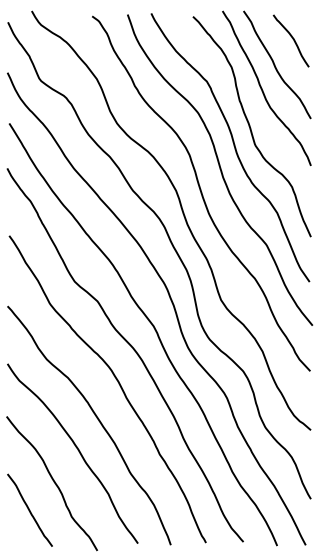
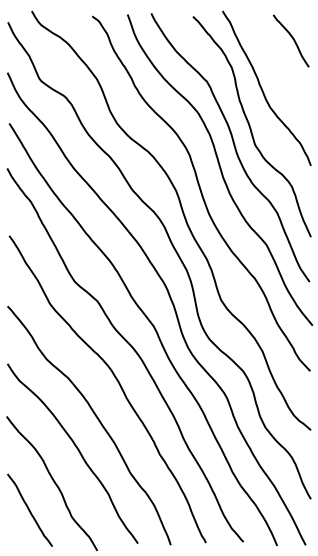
curve at (275, 64): present -> none
